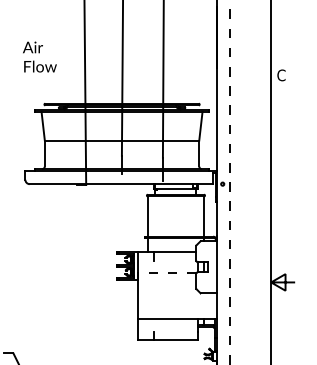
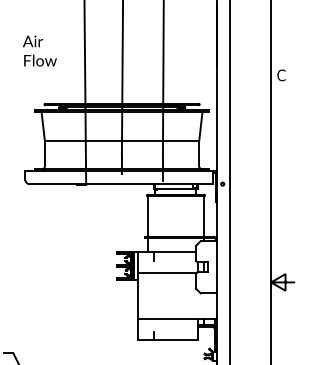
text at (39, 56) position: (39, 56) -> (39, 50)
line at (230, 182): dashed -> solid
line at (166, 273): dashed -> solid
